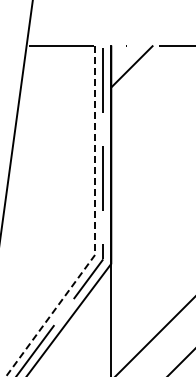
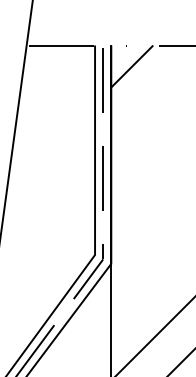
line at (95, 226): dashed -> solid
